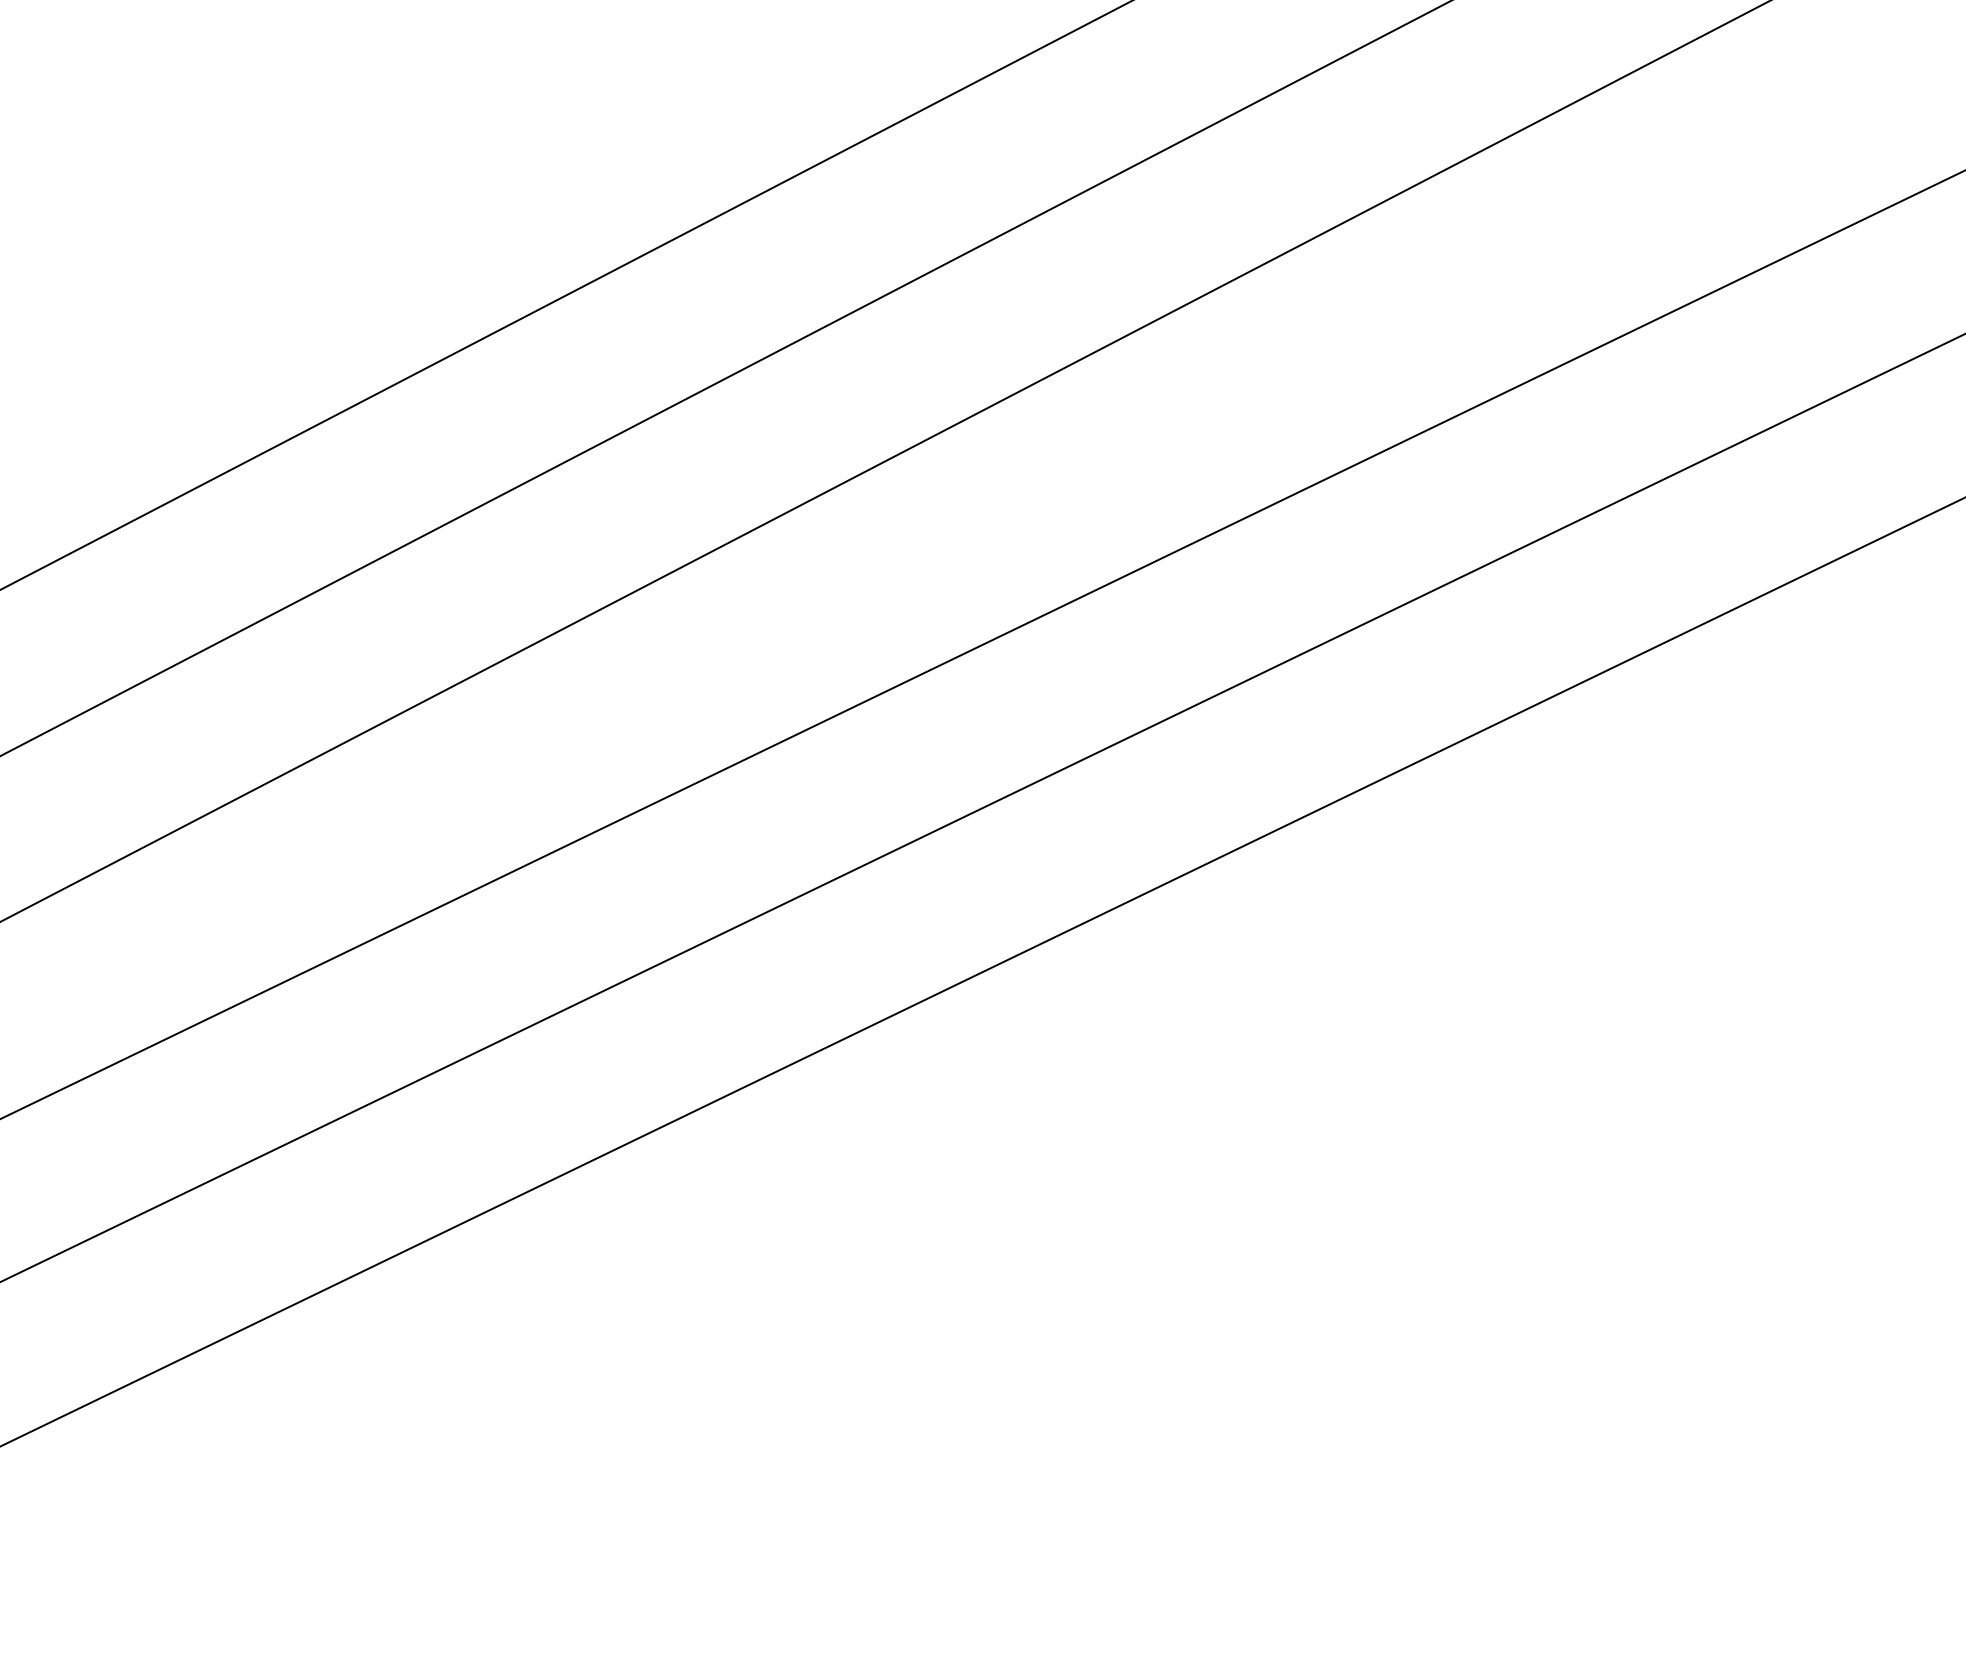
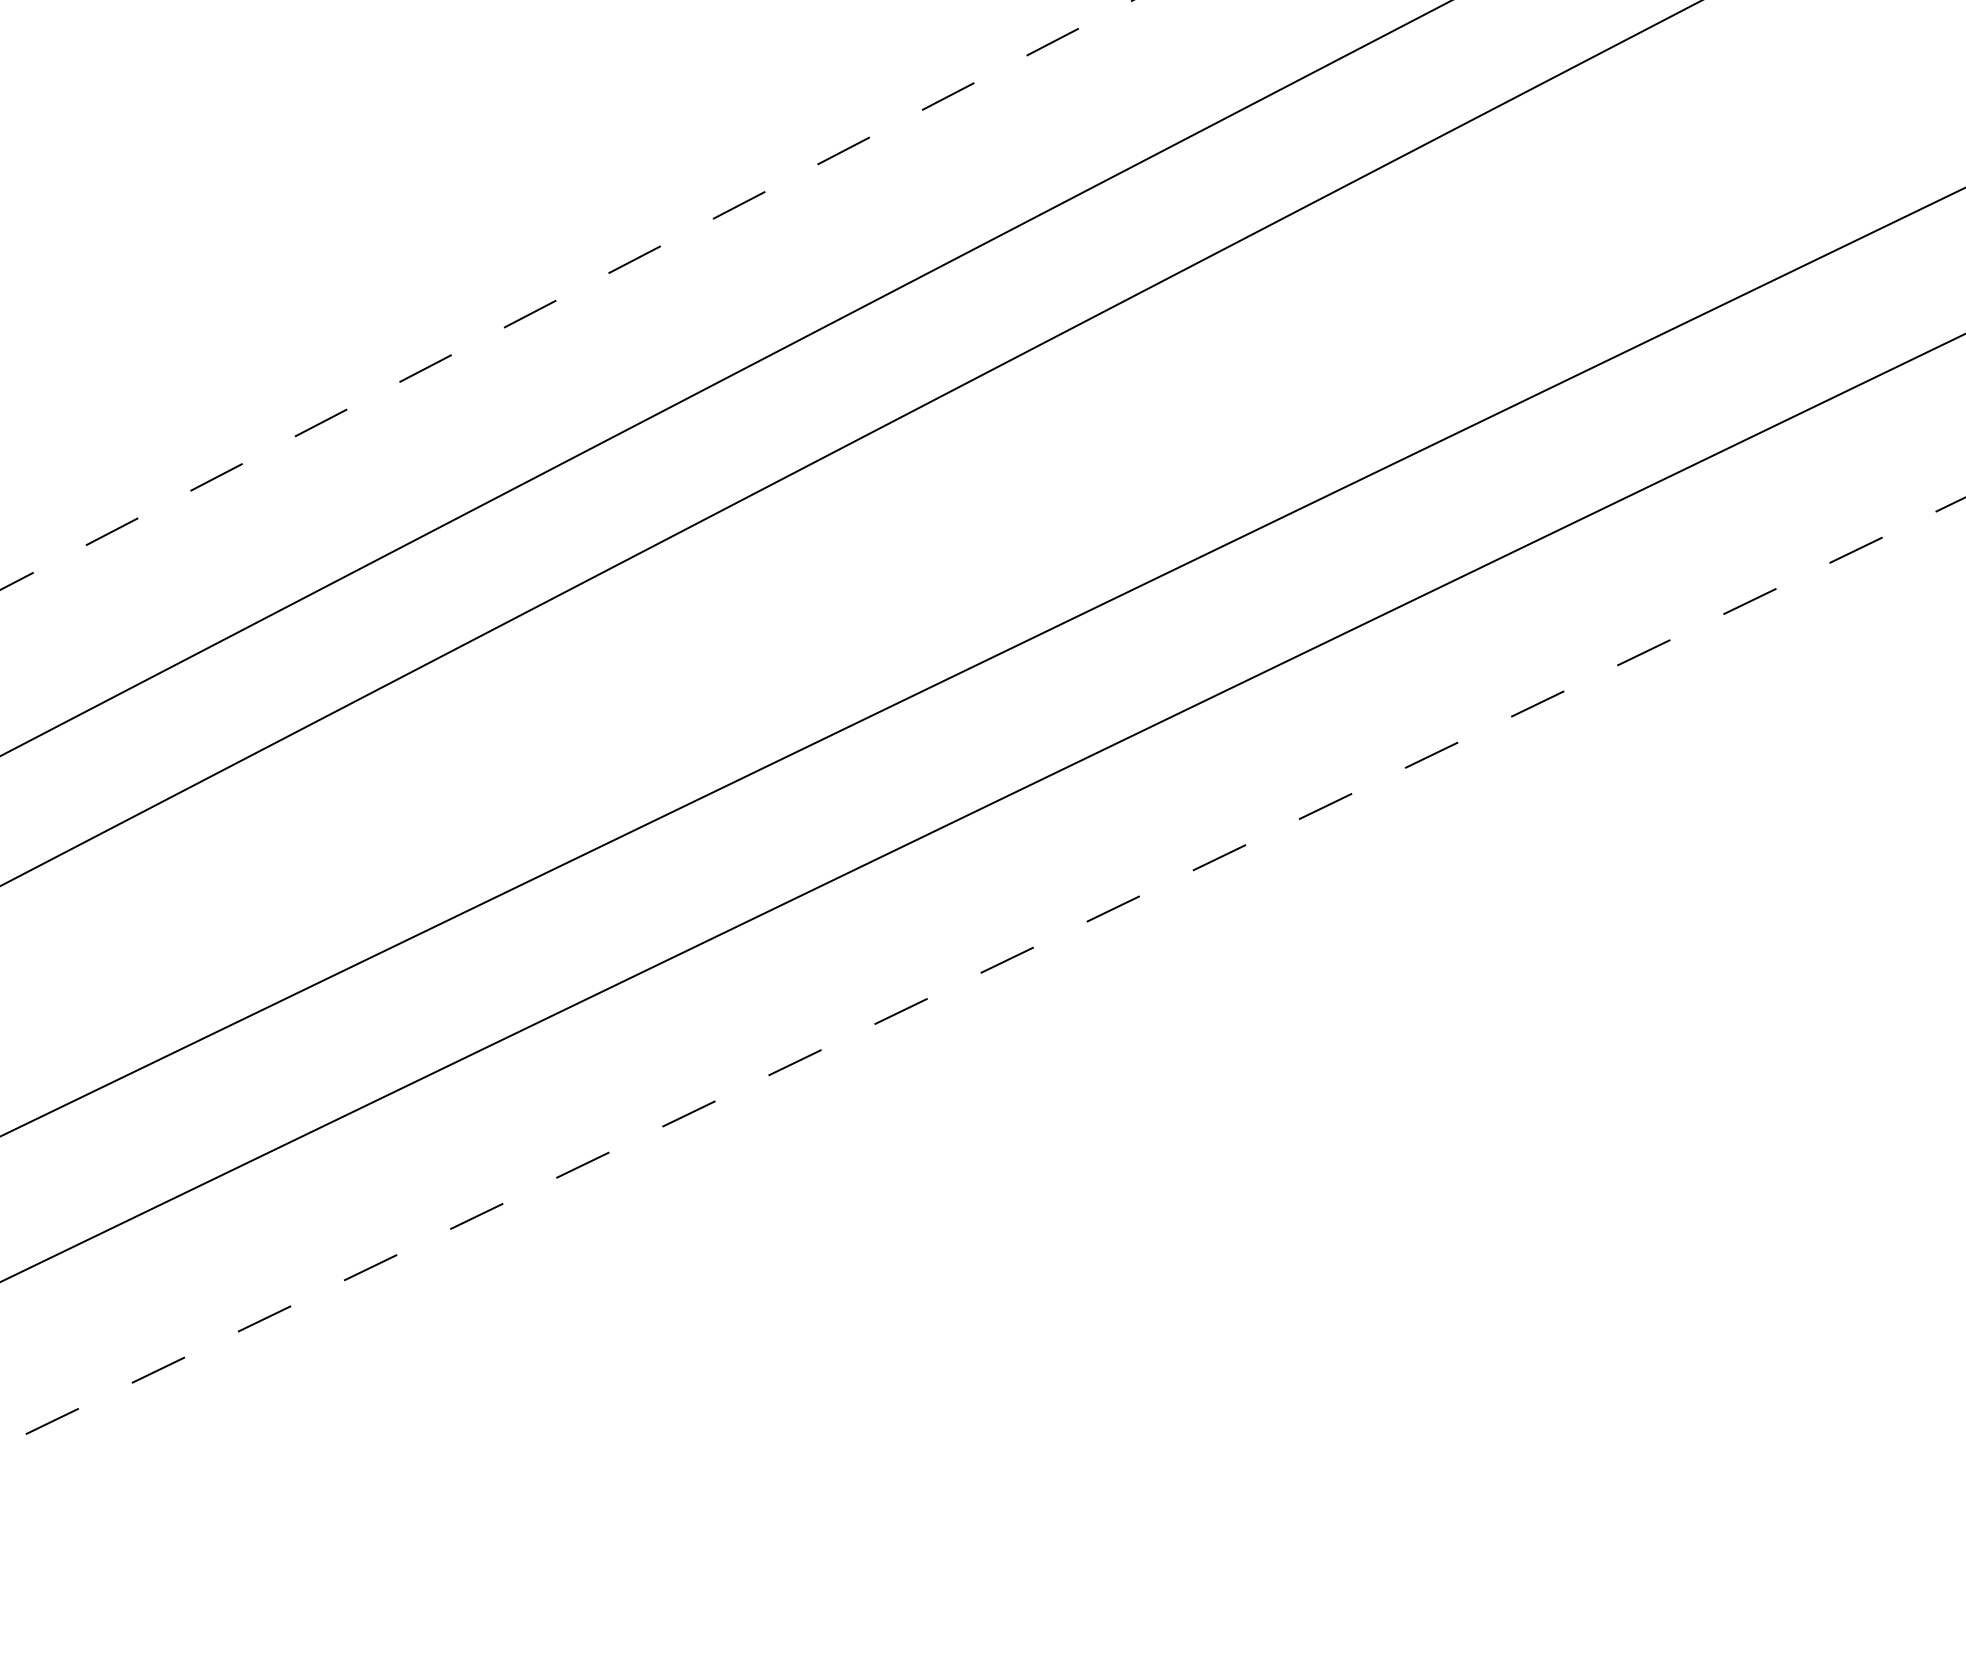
line at (567, 294): solid -> dashed
line at (884, 461) position: (884, 461) -> (850, 443)
line at (982, 644) position: (982, 644) -> (982, 662)
line at (983, 971): solid -> dashed
